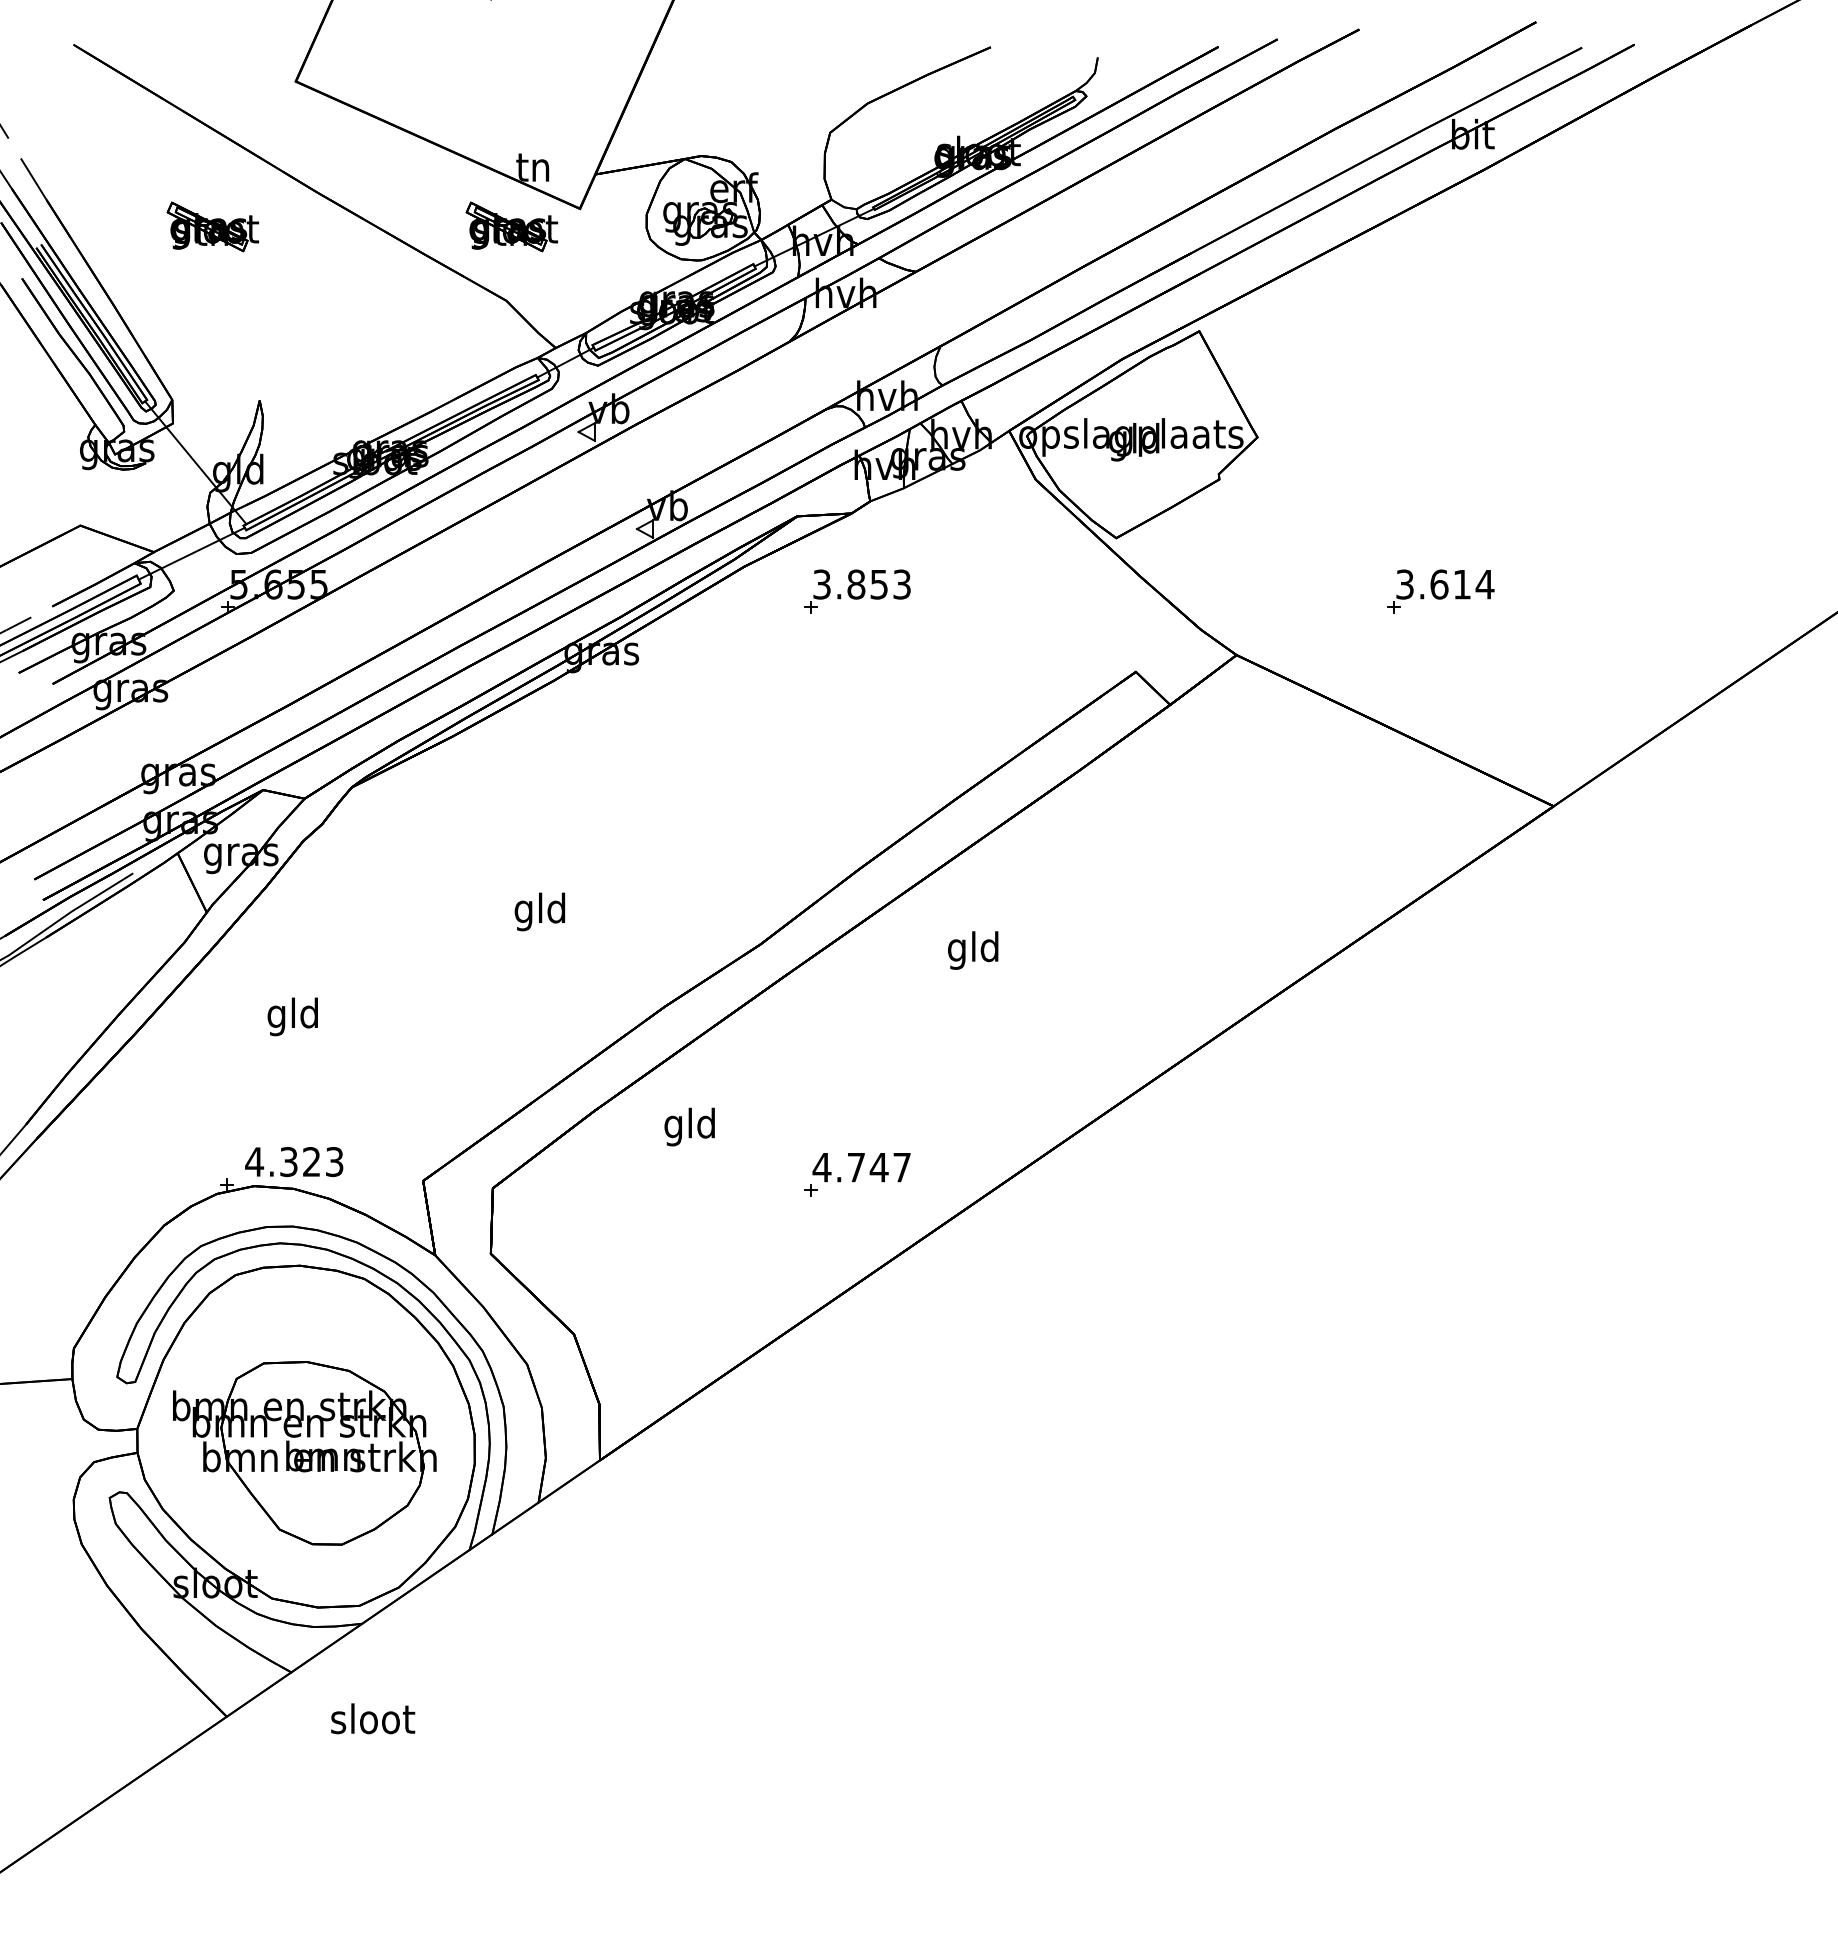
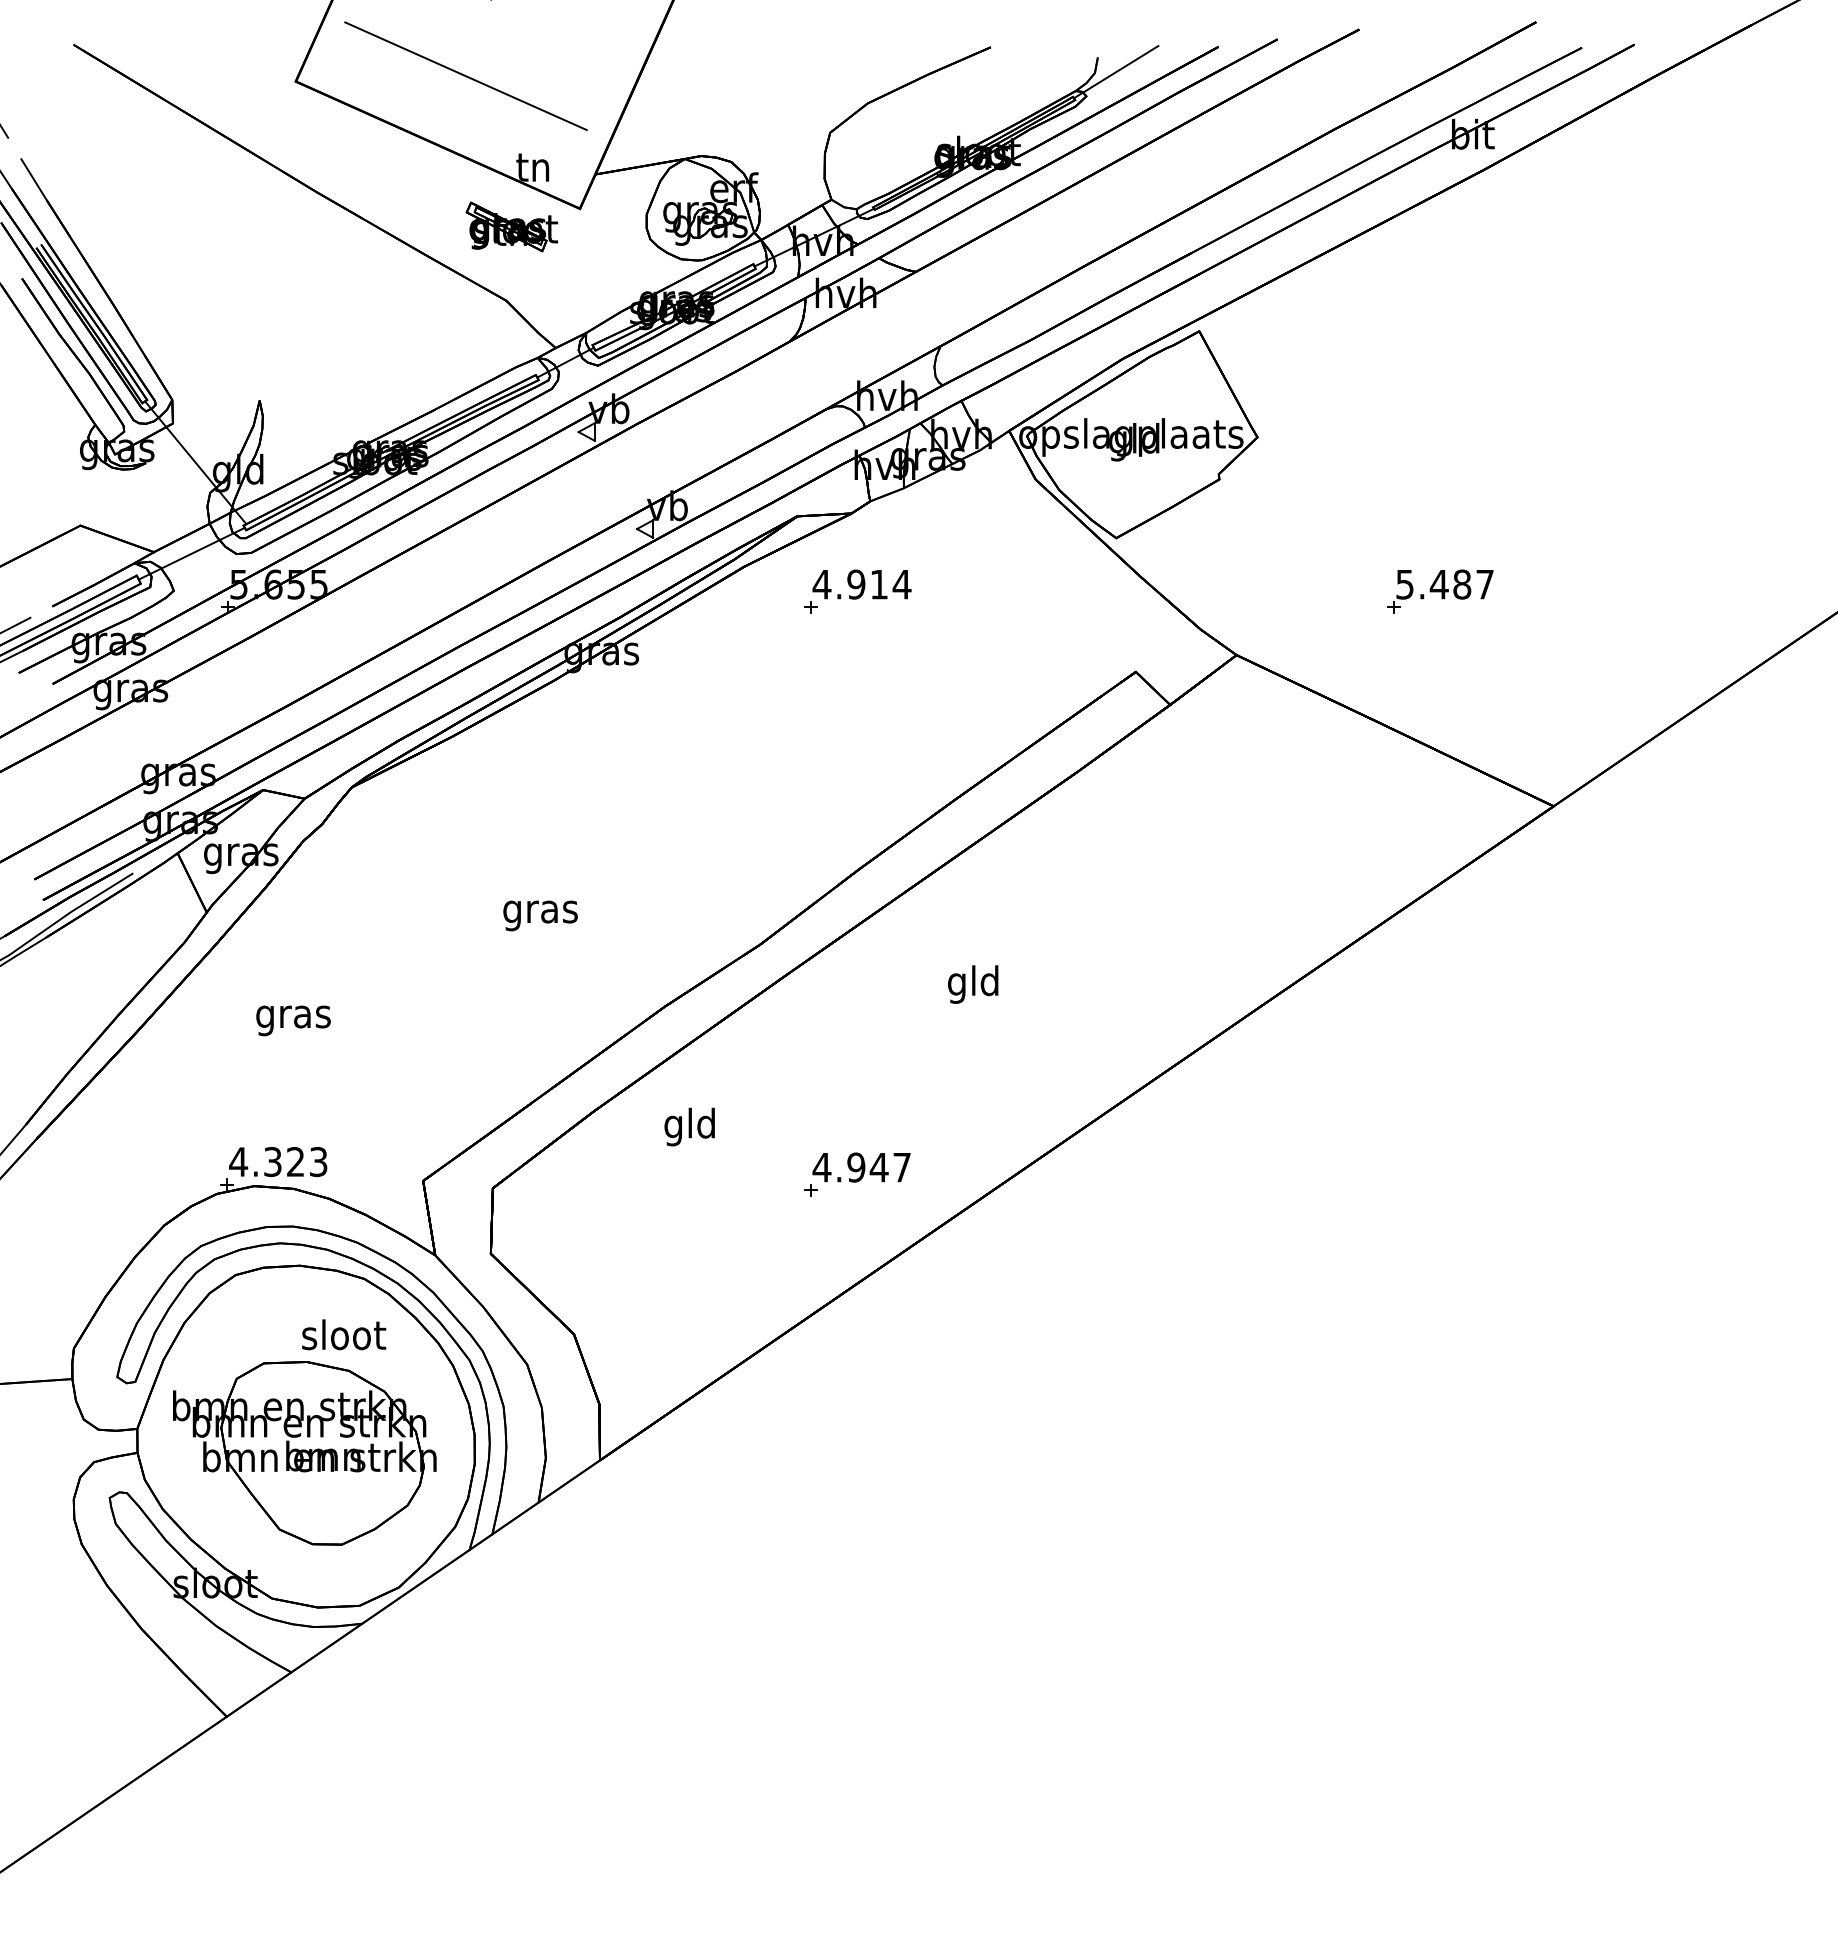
line at (1115, 72): none -> present
line at (465, 76): none -> present
part at (212, 226): present -> none
text at (861, 584): 3.853 -> 4.914
text at (1445, 584): 3.614 -> 5.487
text at (540, 911): gld -> gras
text at (973, 950) position: (973, 950) -> (973, 984)
text at (293, 1016): gld -> gras
text at (294, 1162) position: (294, 1162) -> (278, 1162)
text at (856, 1167): 4.747 -> 4.947
text at (373, 1718) position: (373, 1718) -> (344, 1334)
